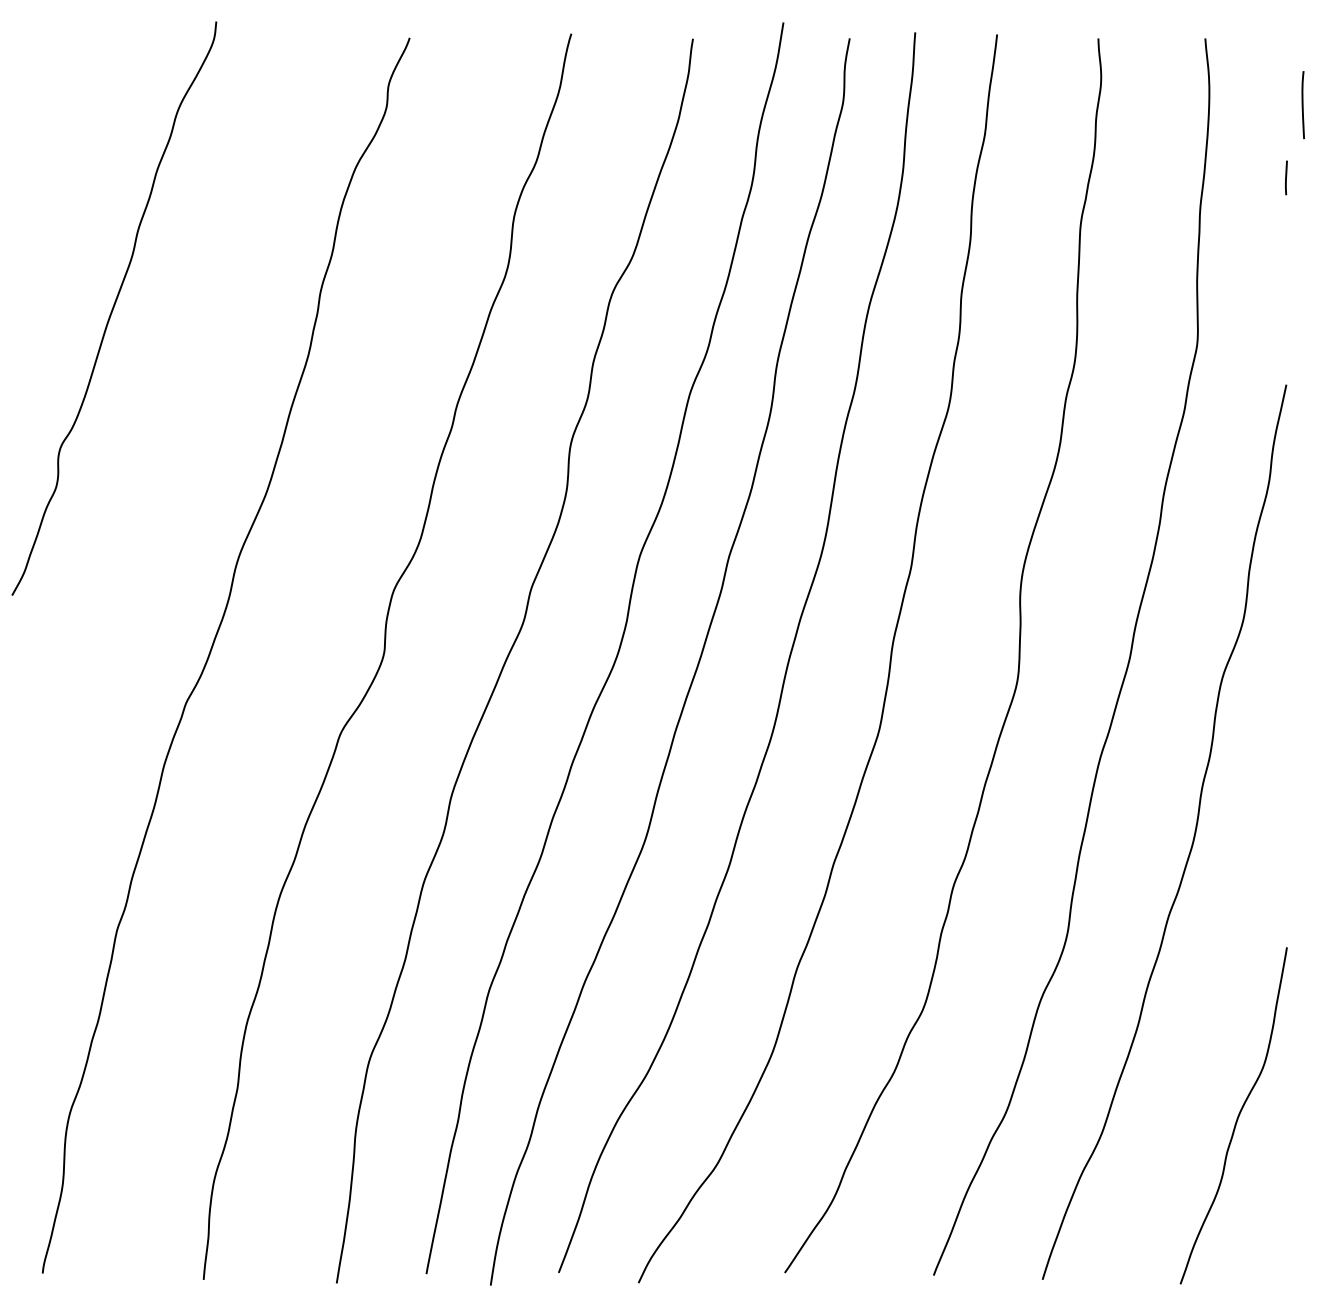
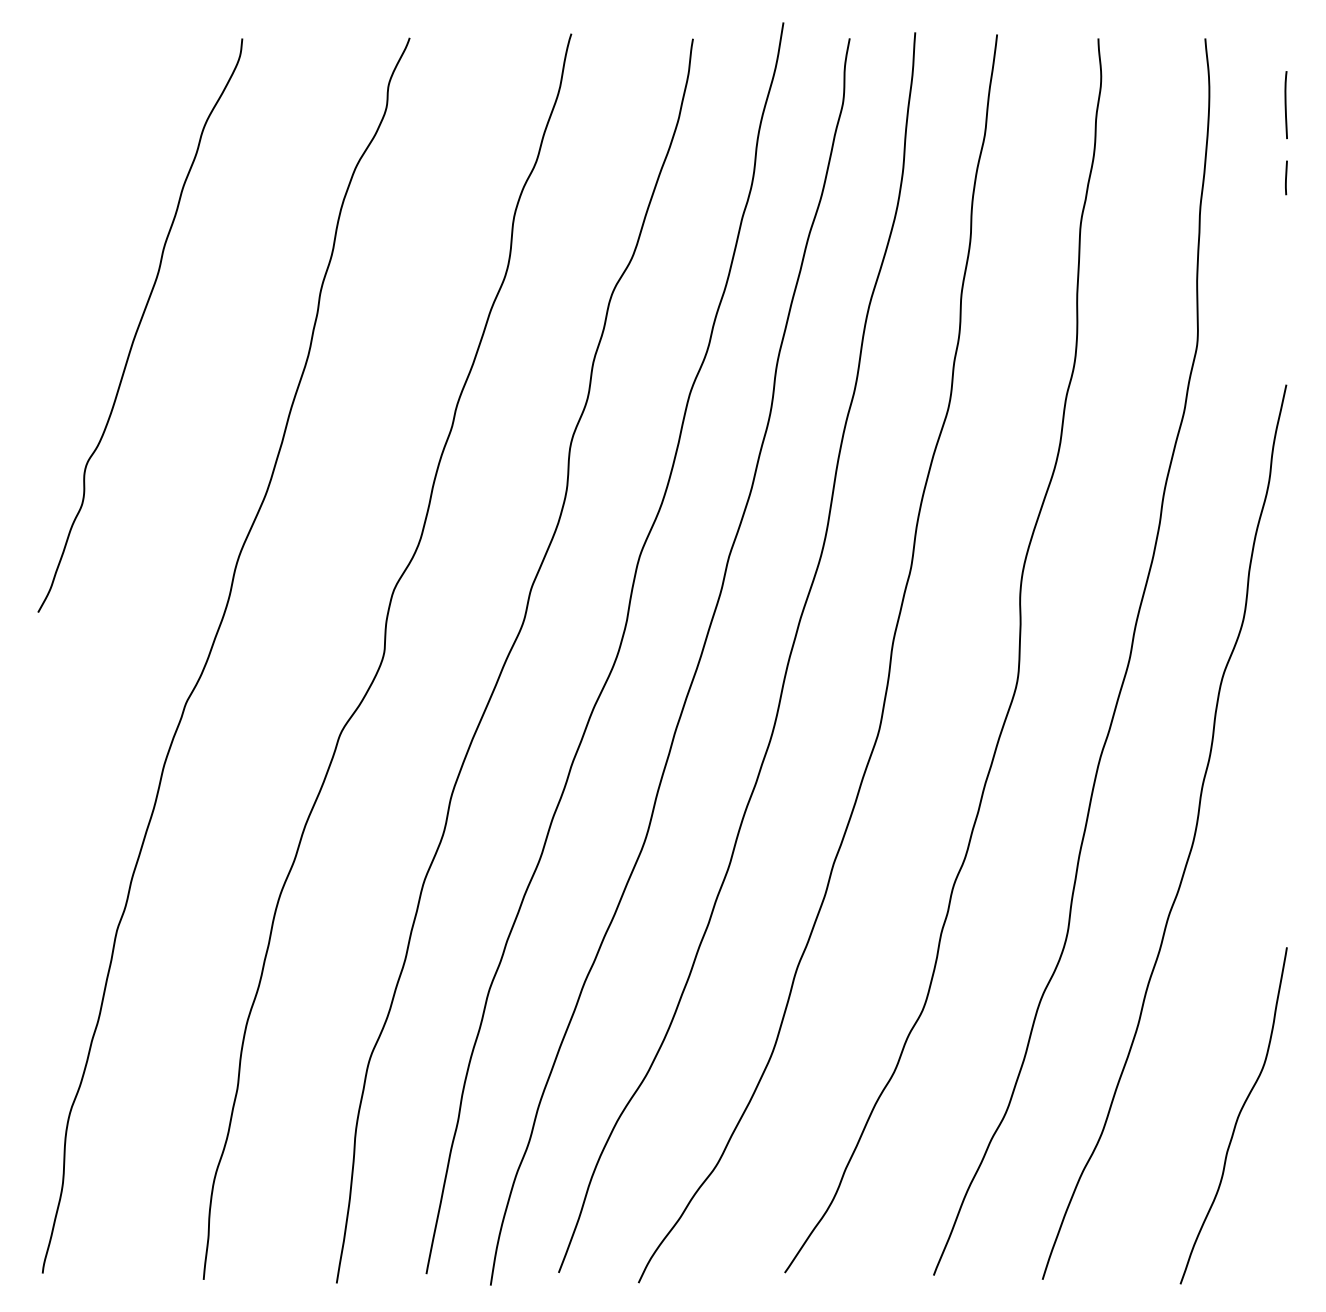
curve at (1302, 105) position: (1302, 105) -> (1285, 105)
curve at (114, 307) position: (114, 307) -> (140, 324)
